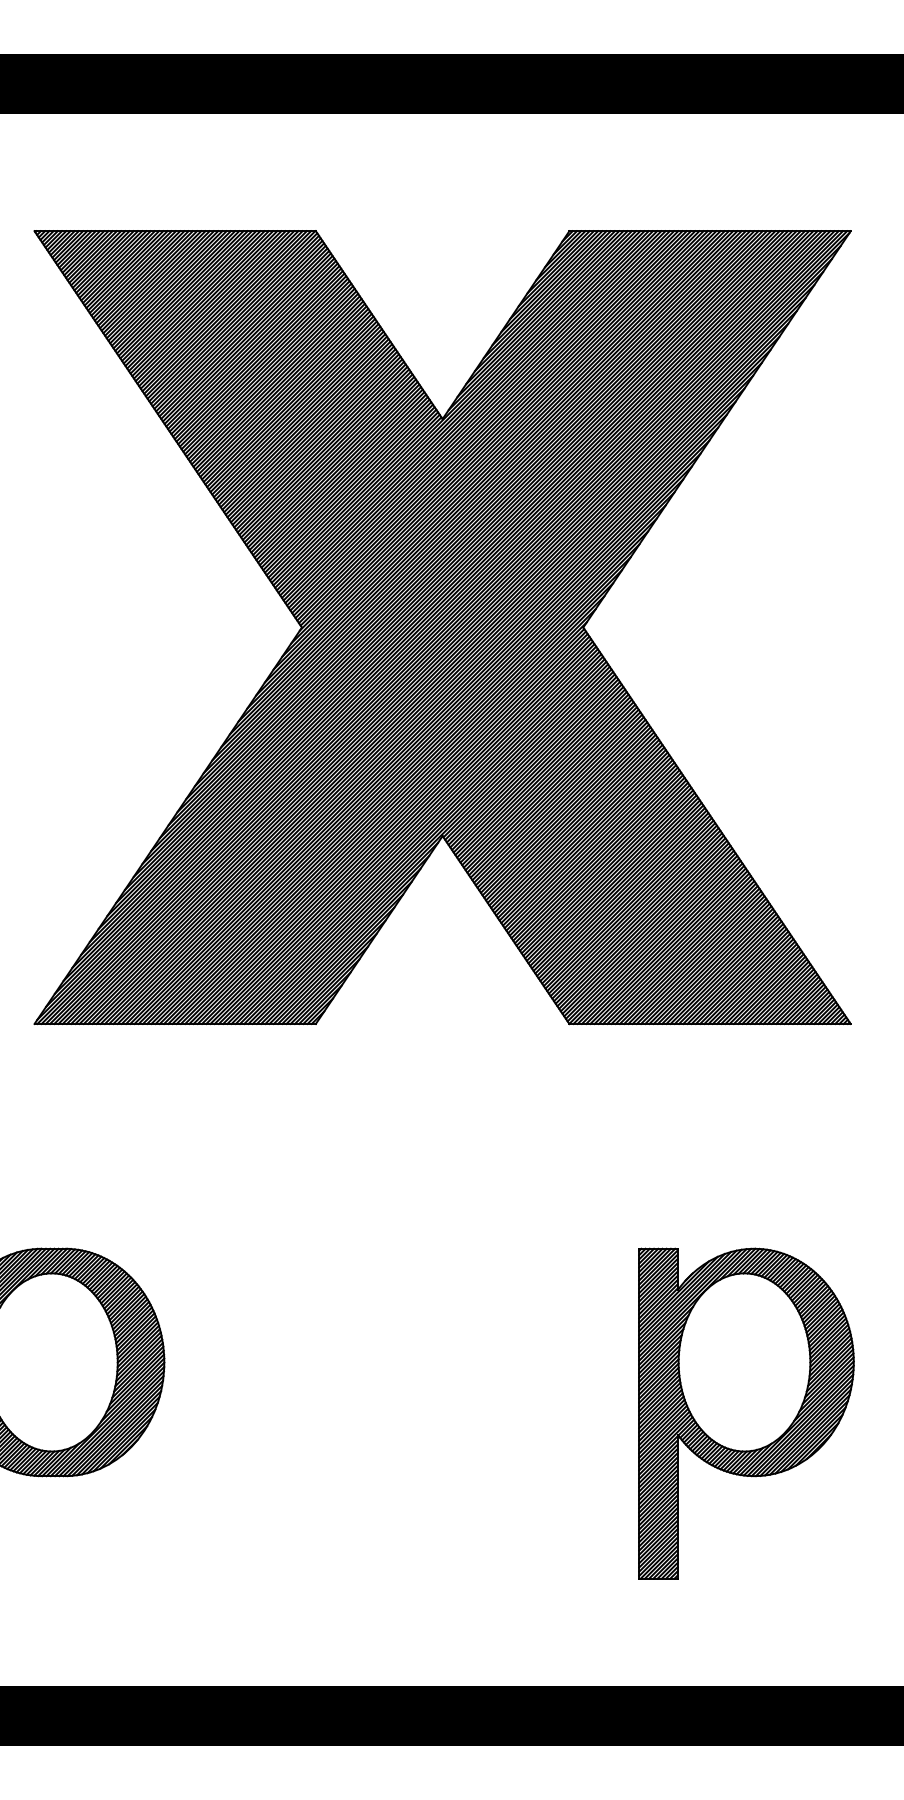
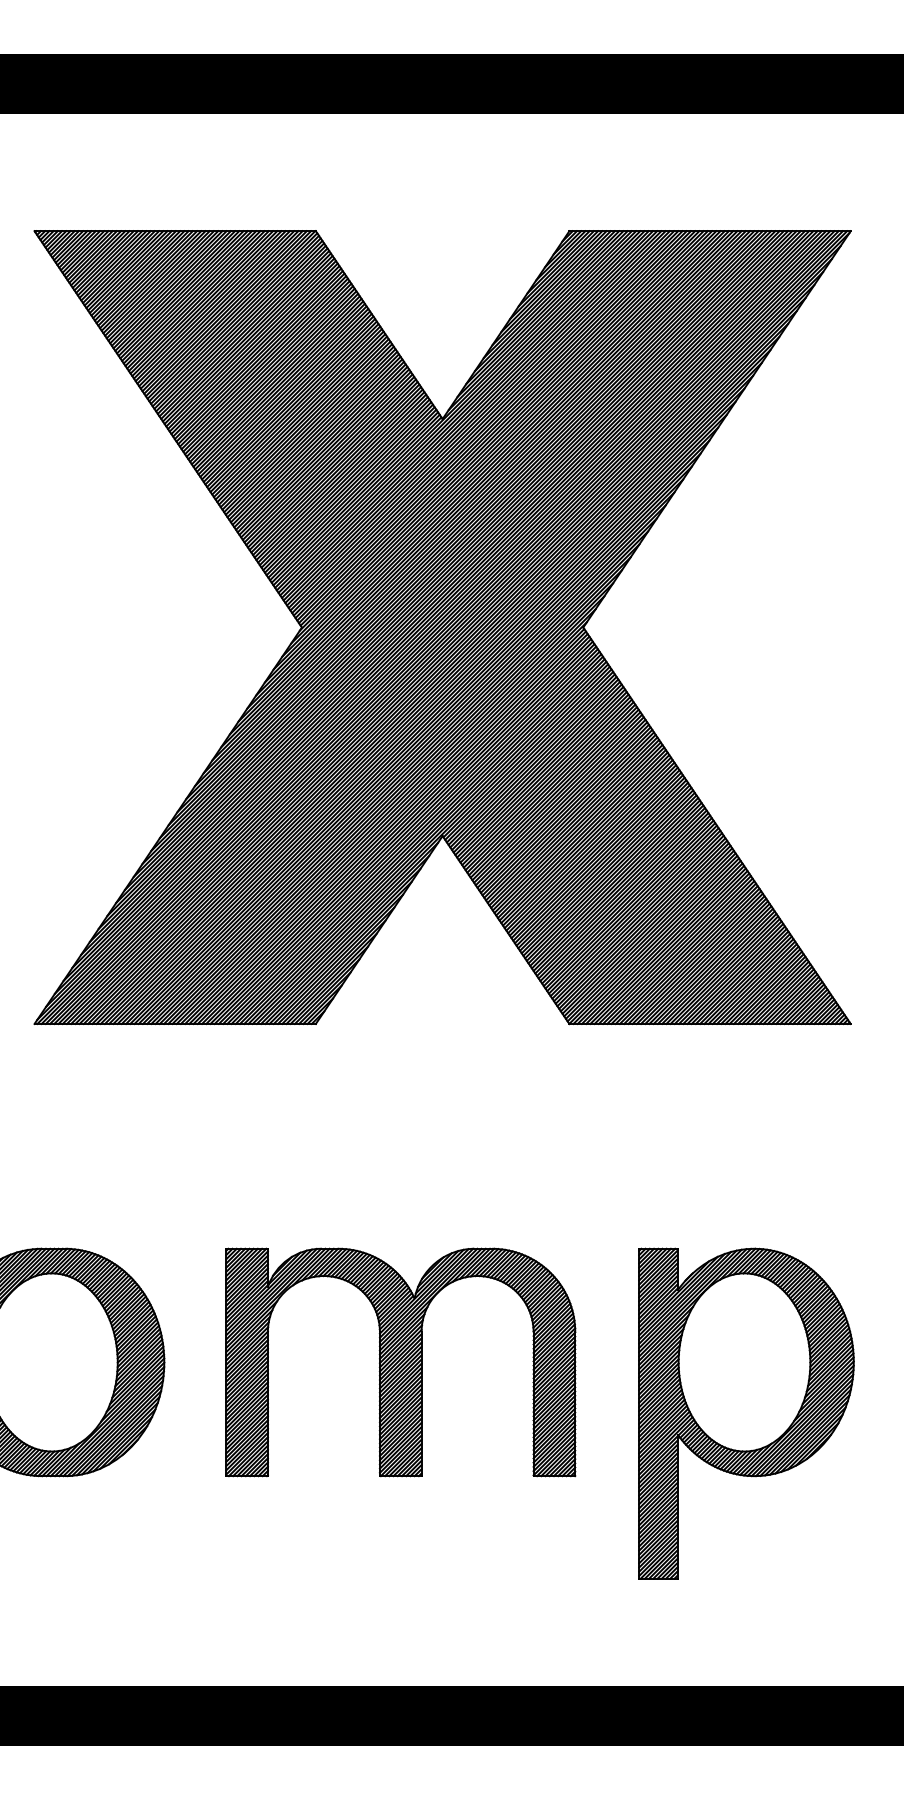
part at (400, 1362): none -> present
